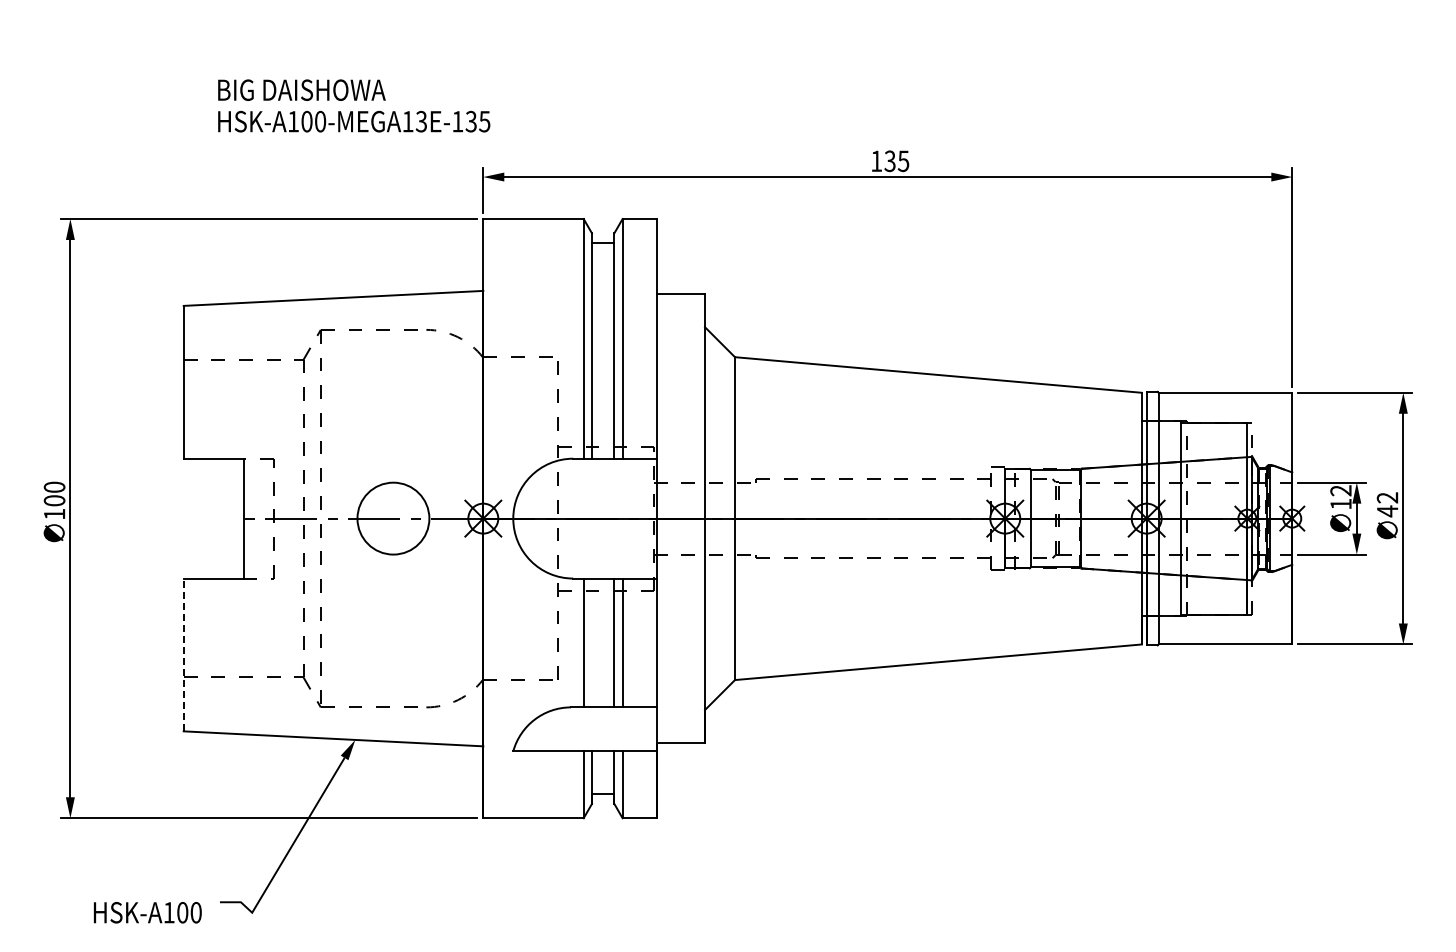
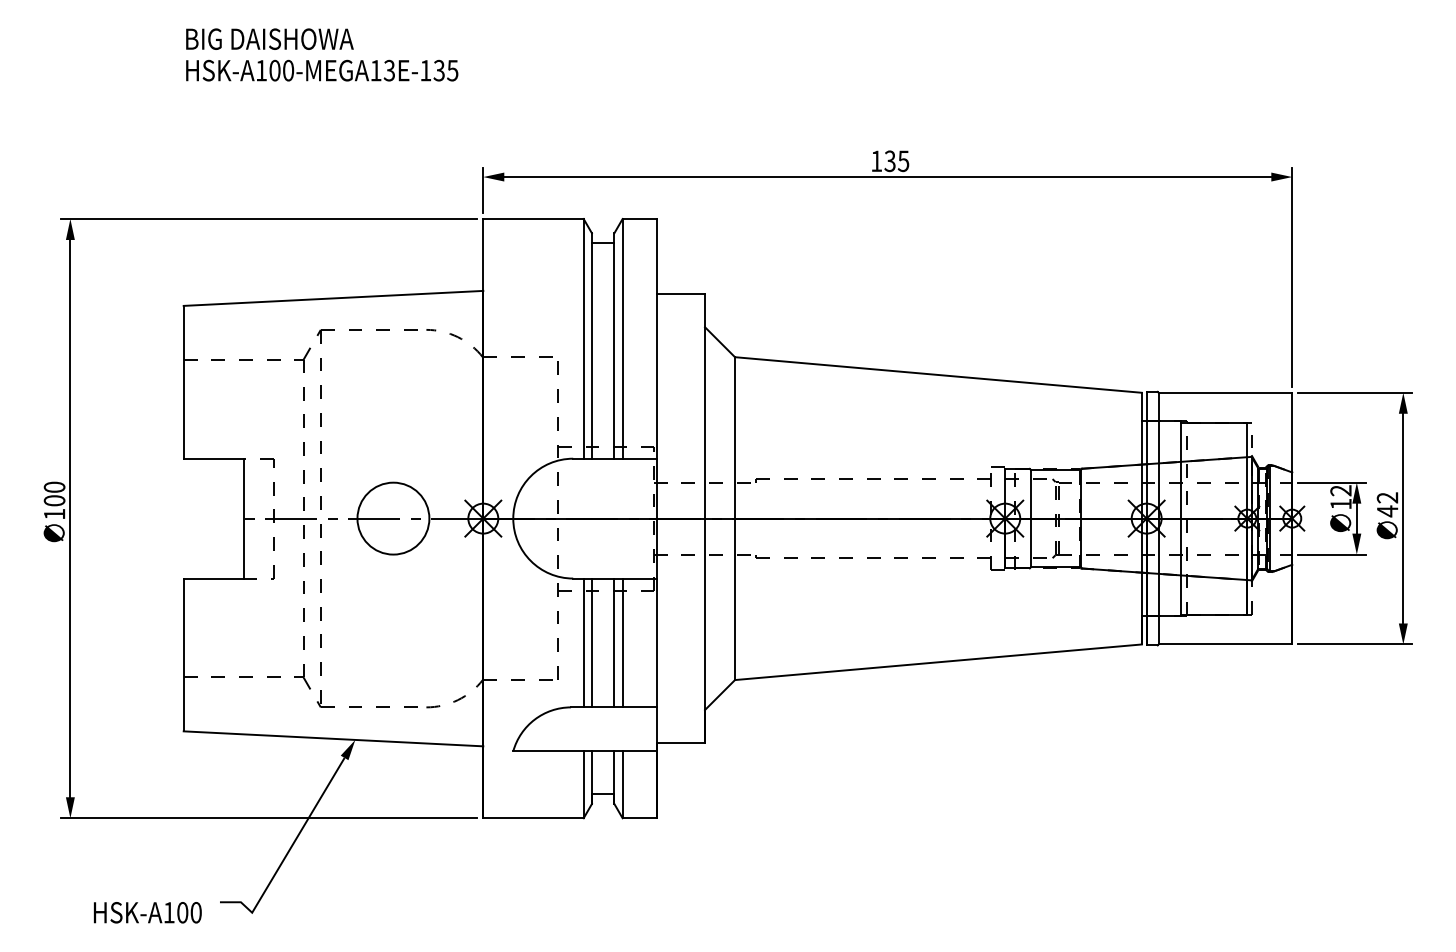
text at (354, 105) position: (354, 105) -> (322, 54)
line at (591, 642): none -> present
line at (183, 654): dashed -> solid
